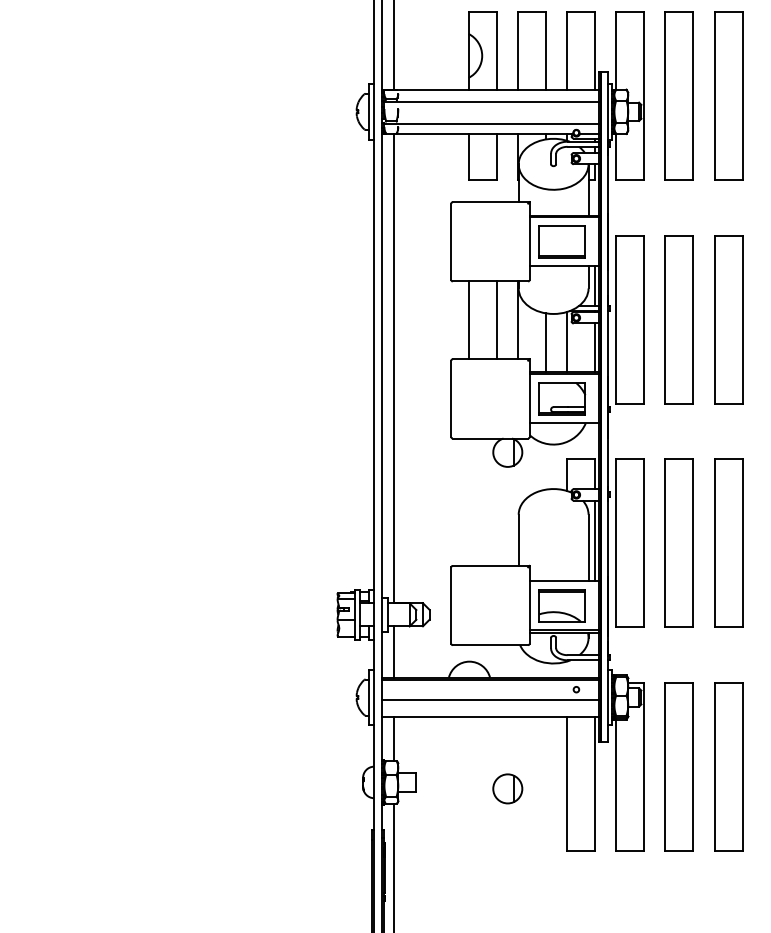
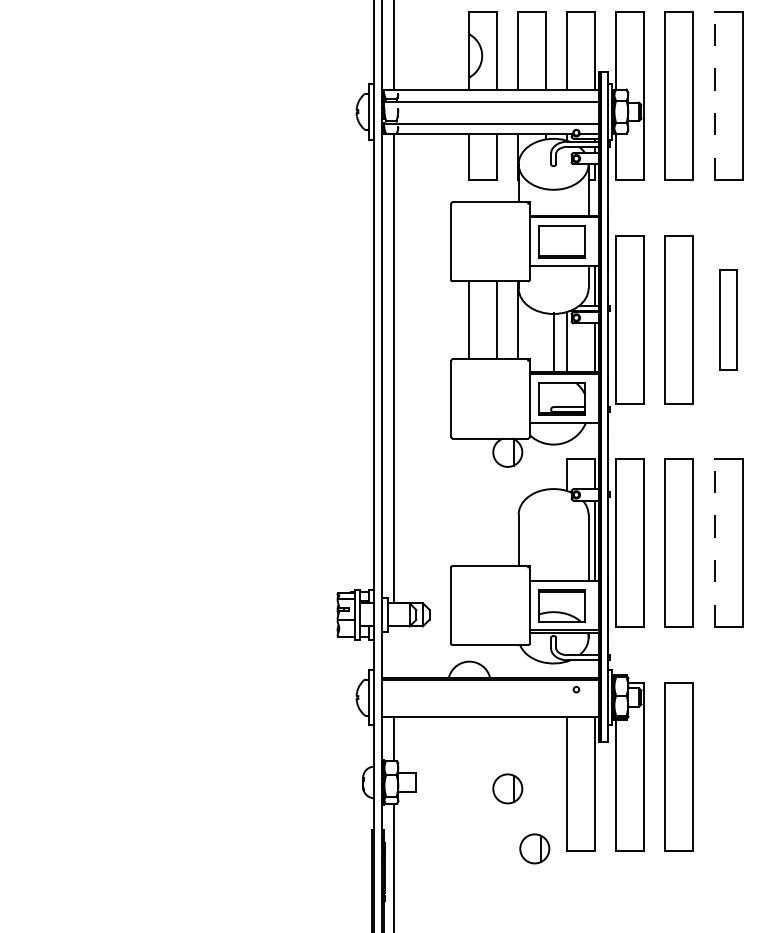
line at (714, 96): solid -> dashed
part at (728, 319) size: 30x170 px -> 19x102 px
line at (545, 342) position: (545, 342) -> (553, 342)
line at (714, 543): solid -> dashed
line at (394, 651): present -> none
line at (490, 699): present -> none
part at (728, 766): present -> none
part at (534, 848): none -> present
